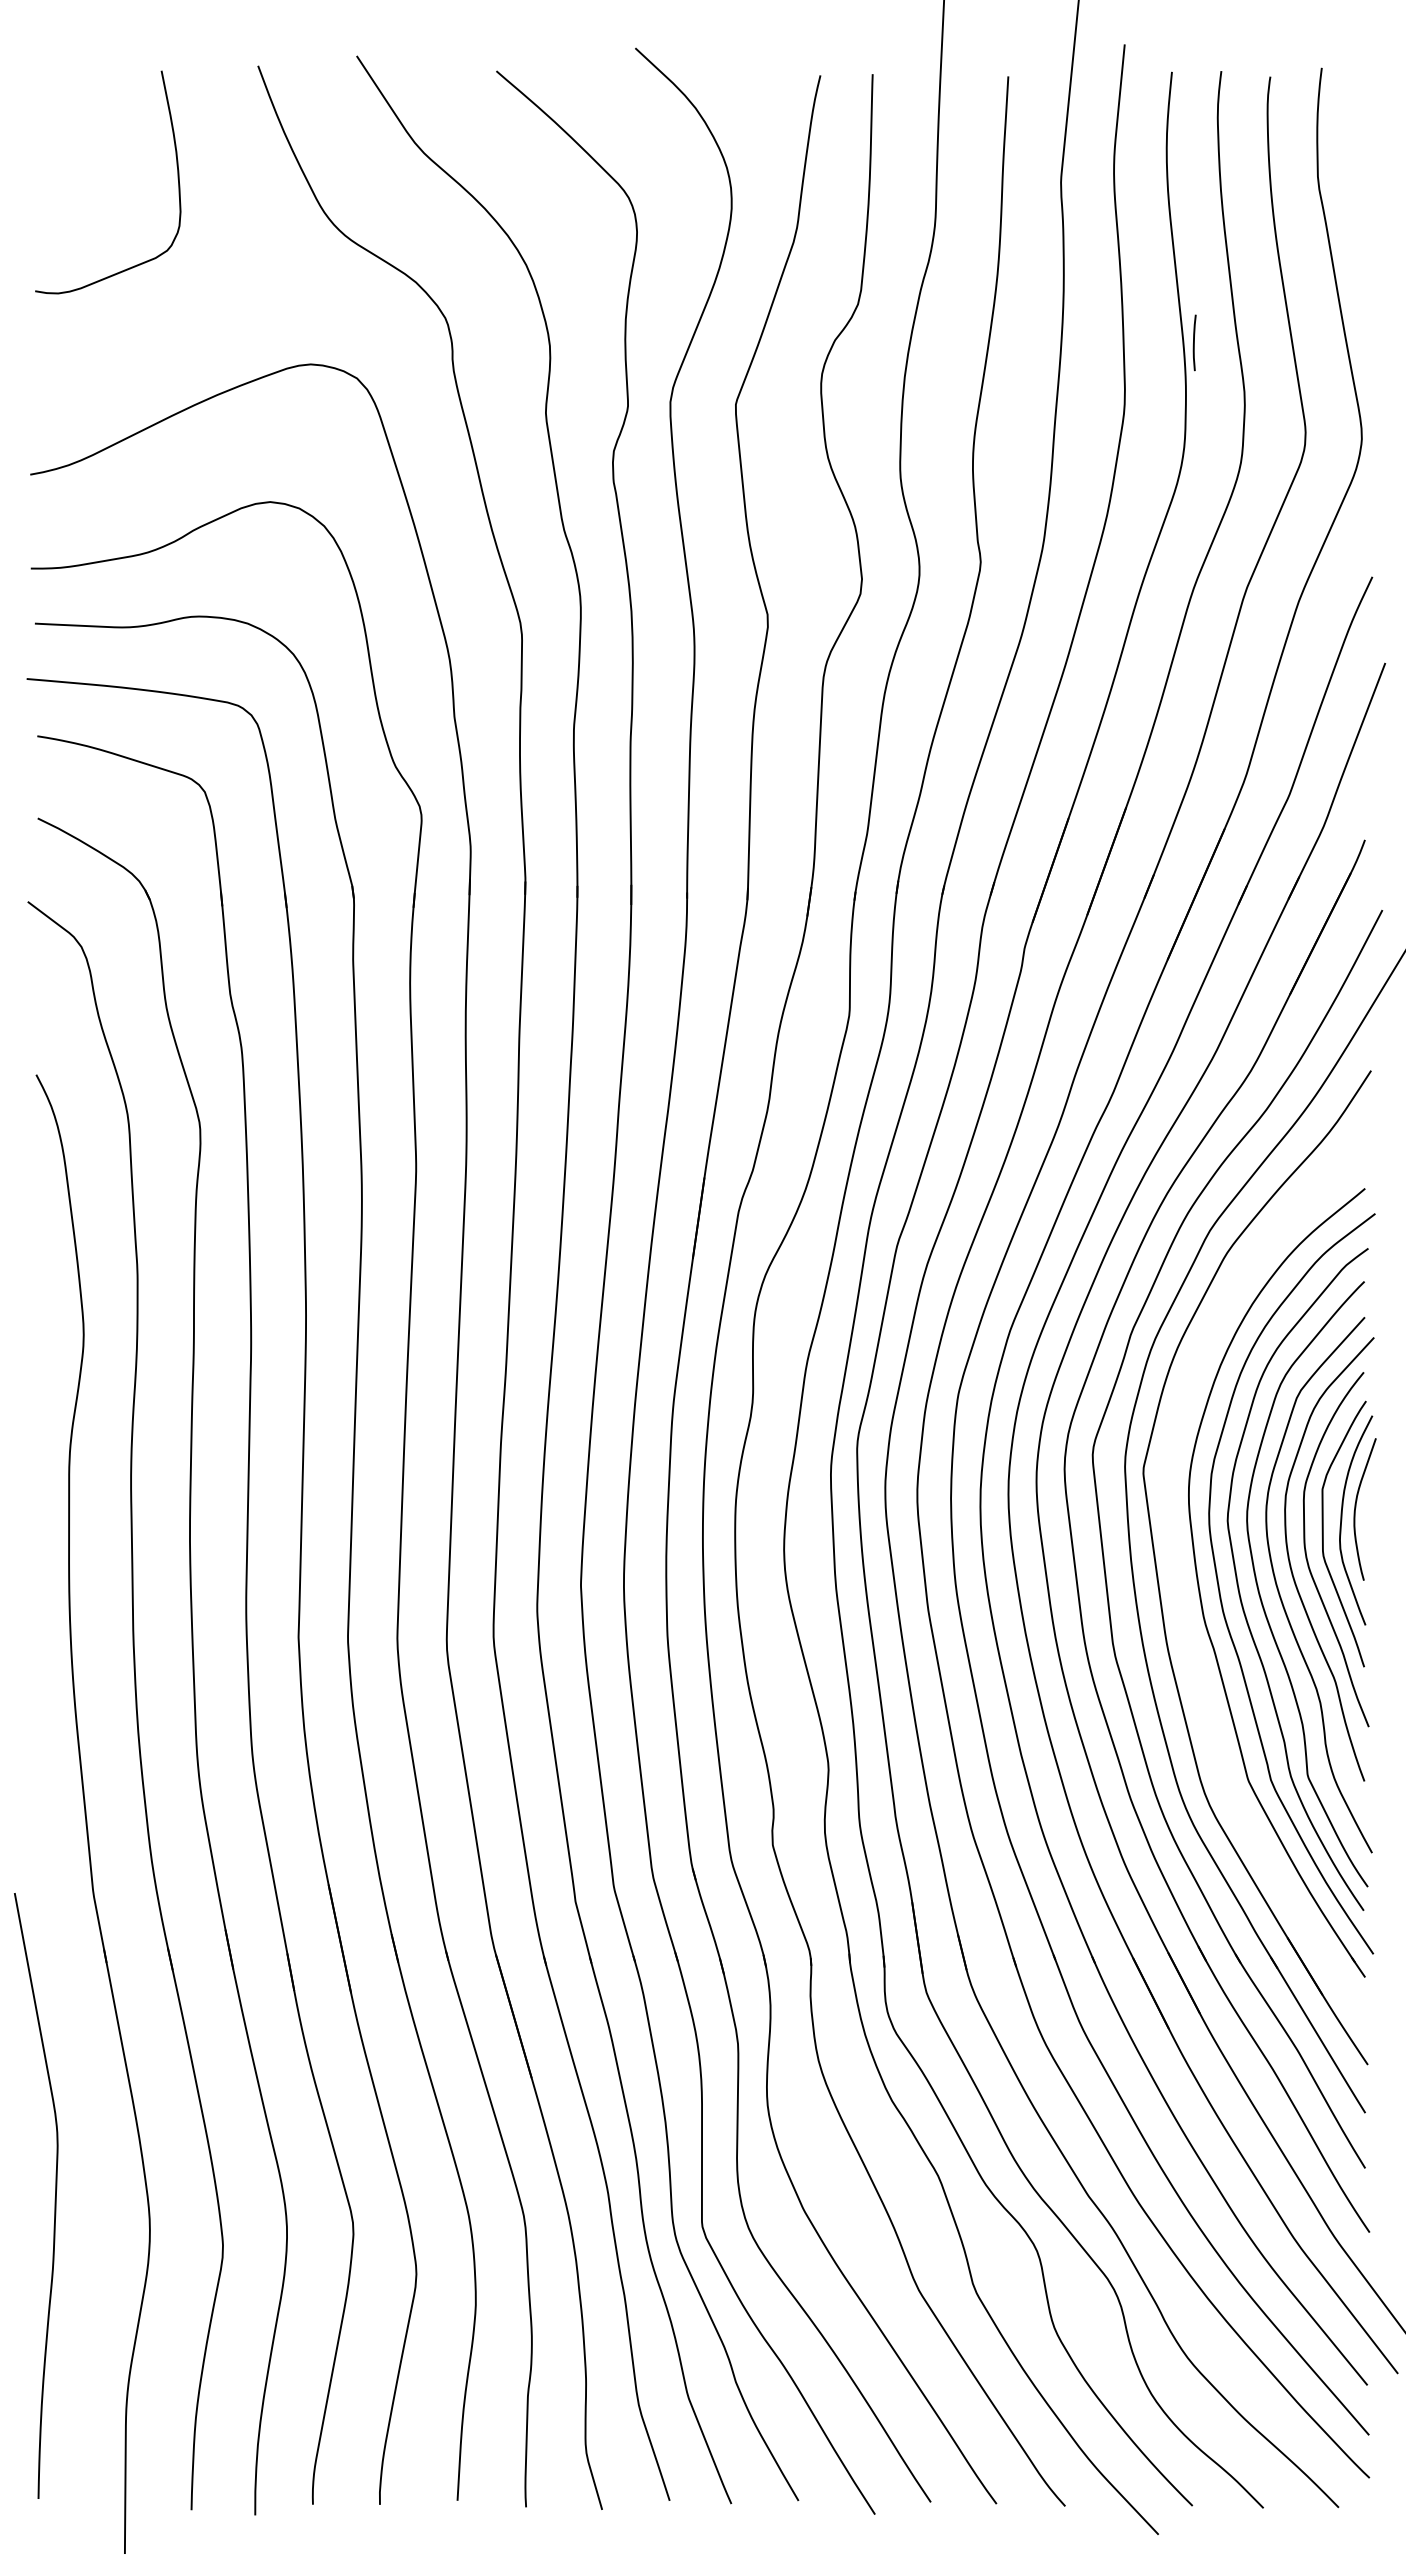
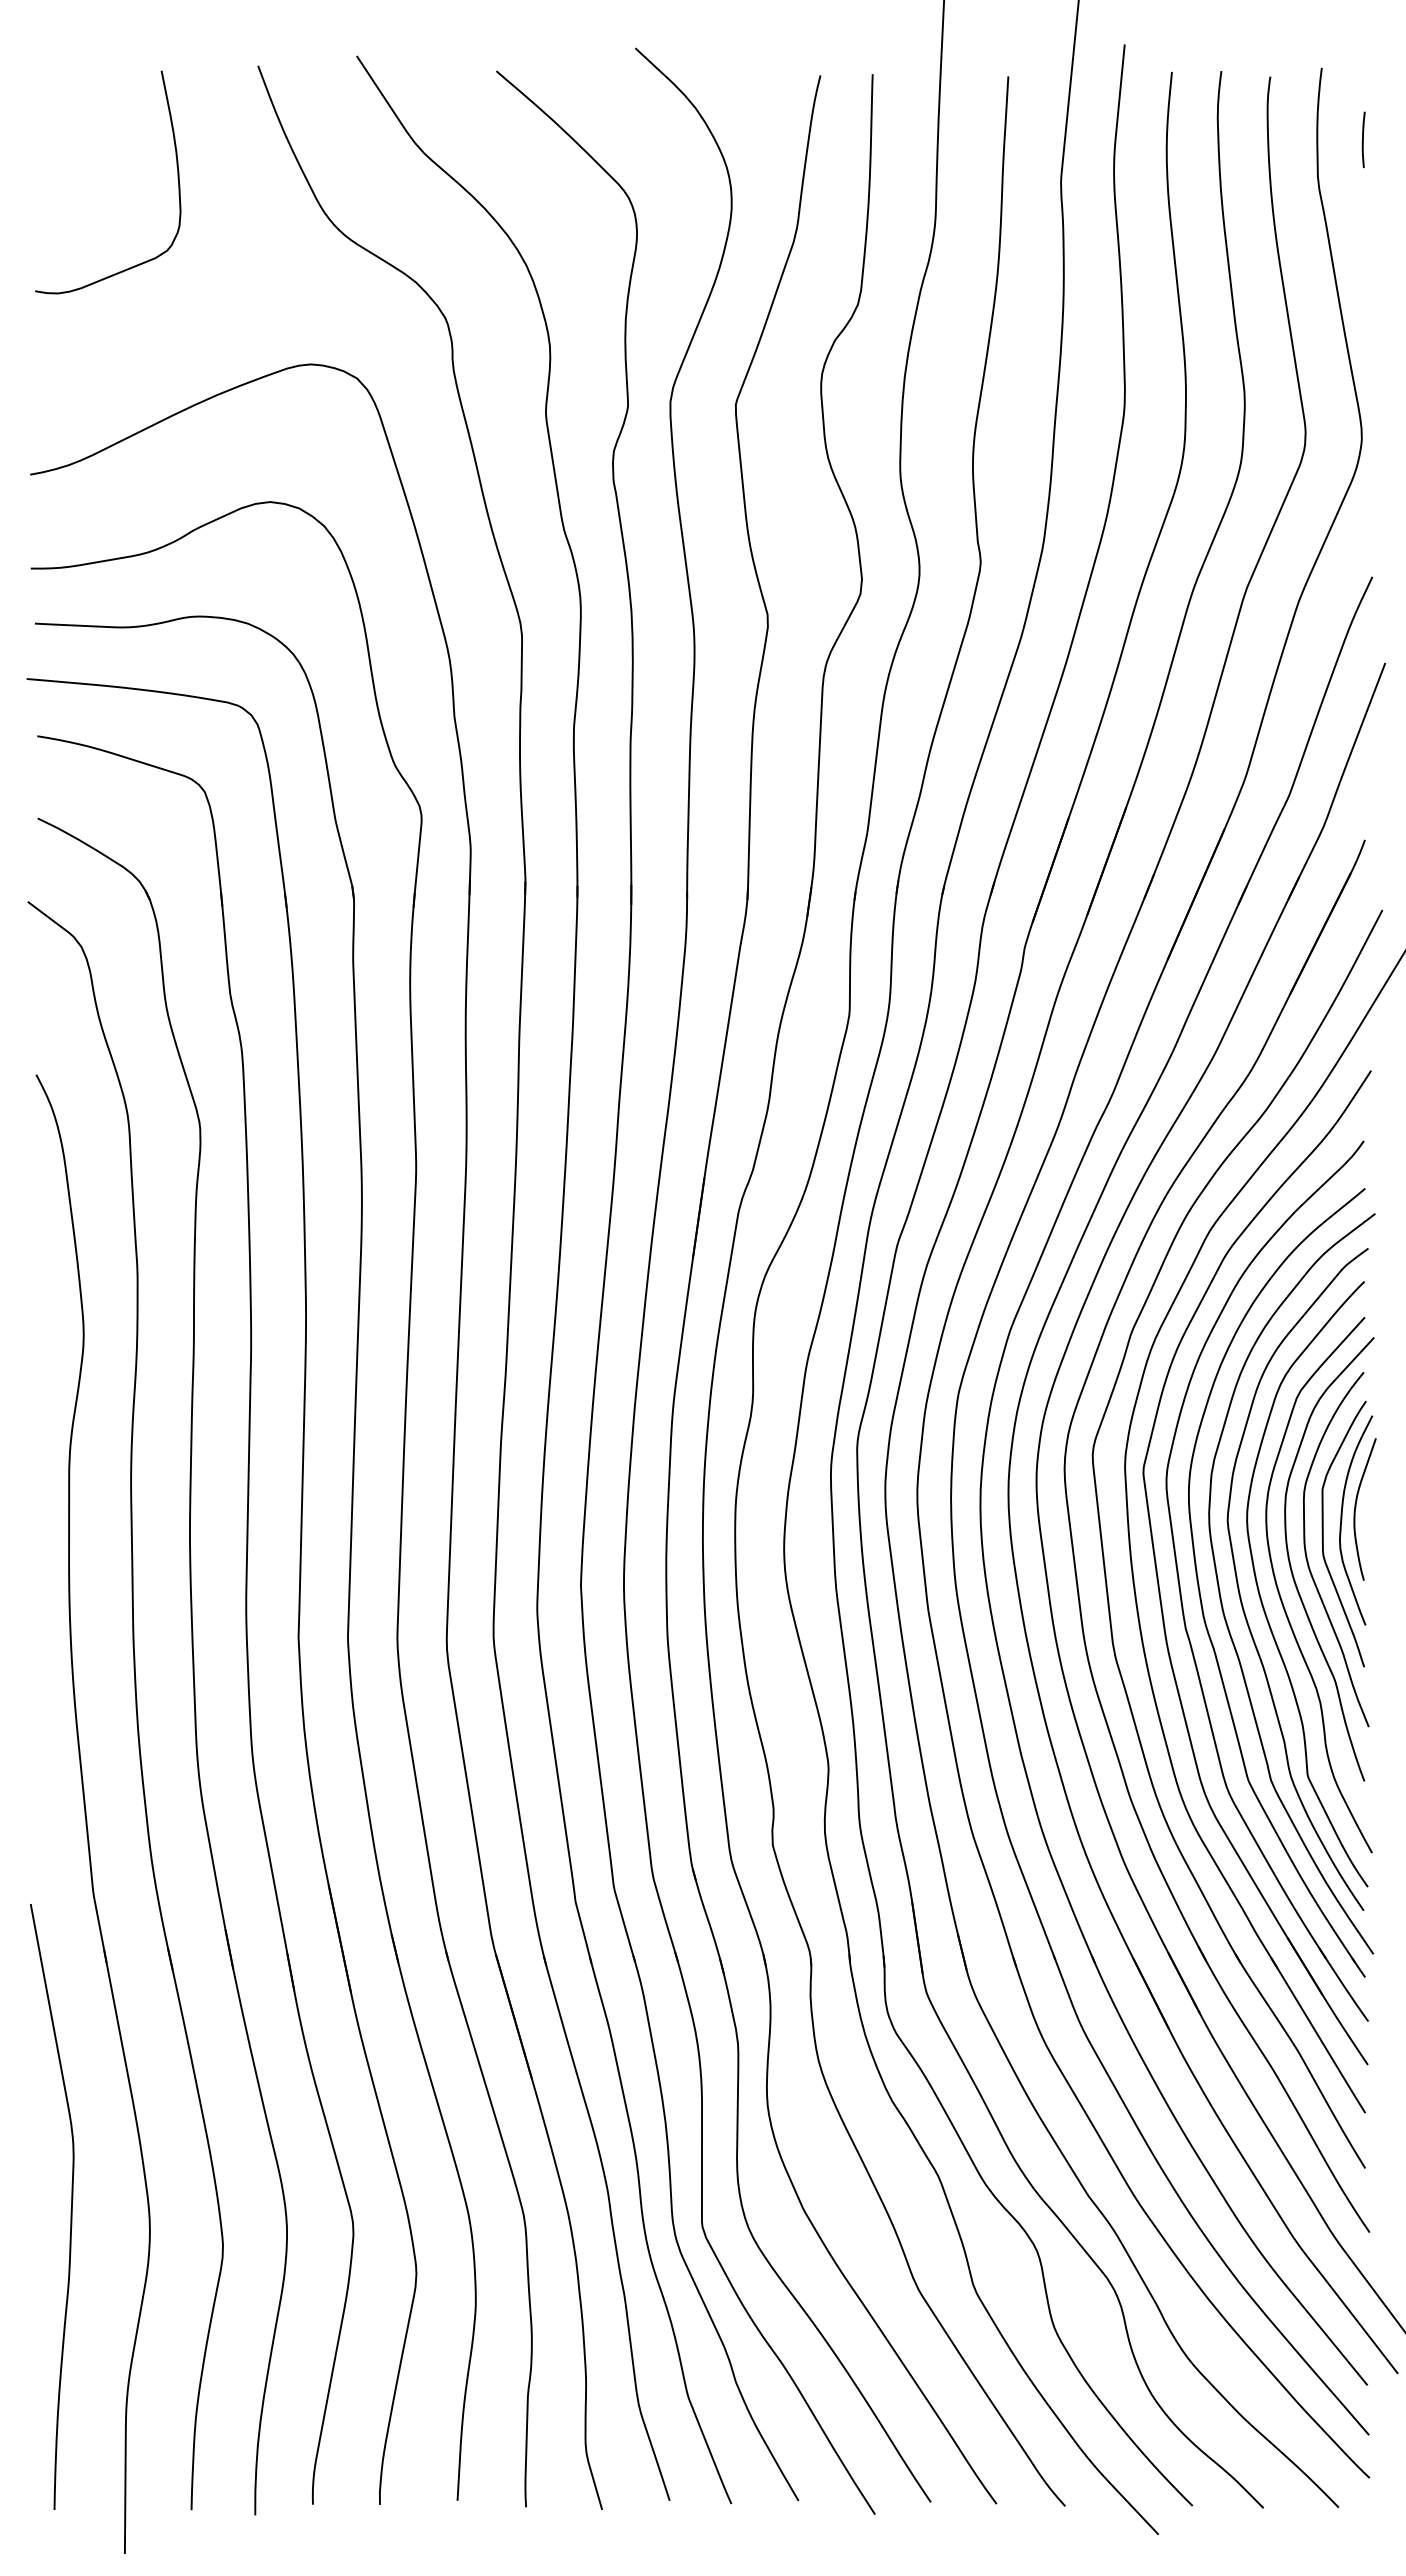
curve at (1194, 342) position: (1194, 342) -> (1363, 139)
part at (1181, 1591): none -> present
curve at (54, 2198) position: (54, 2198) -> (70, 2209)
